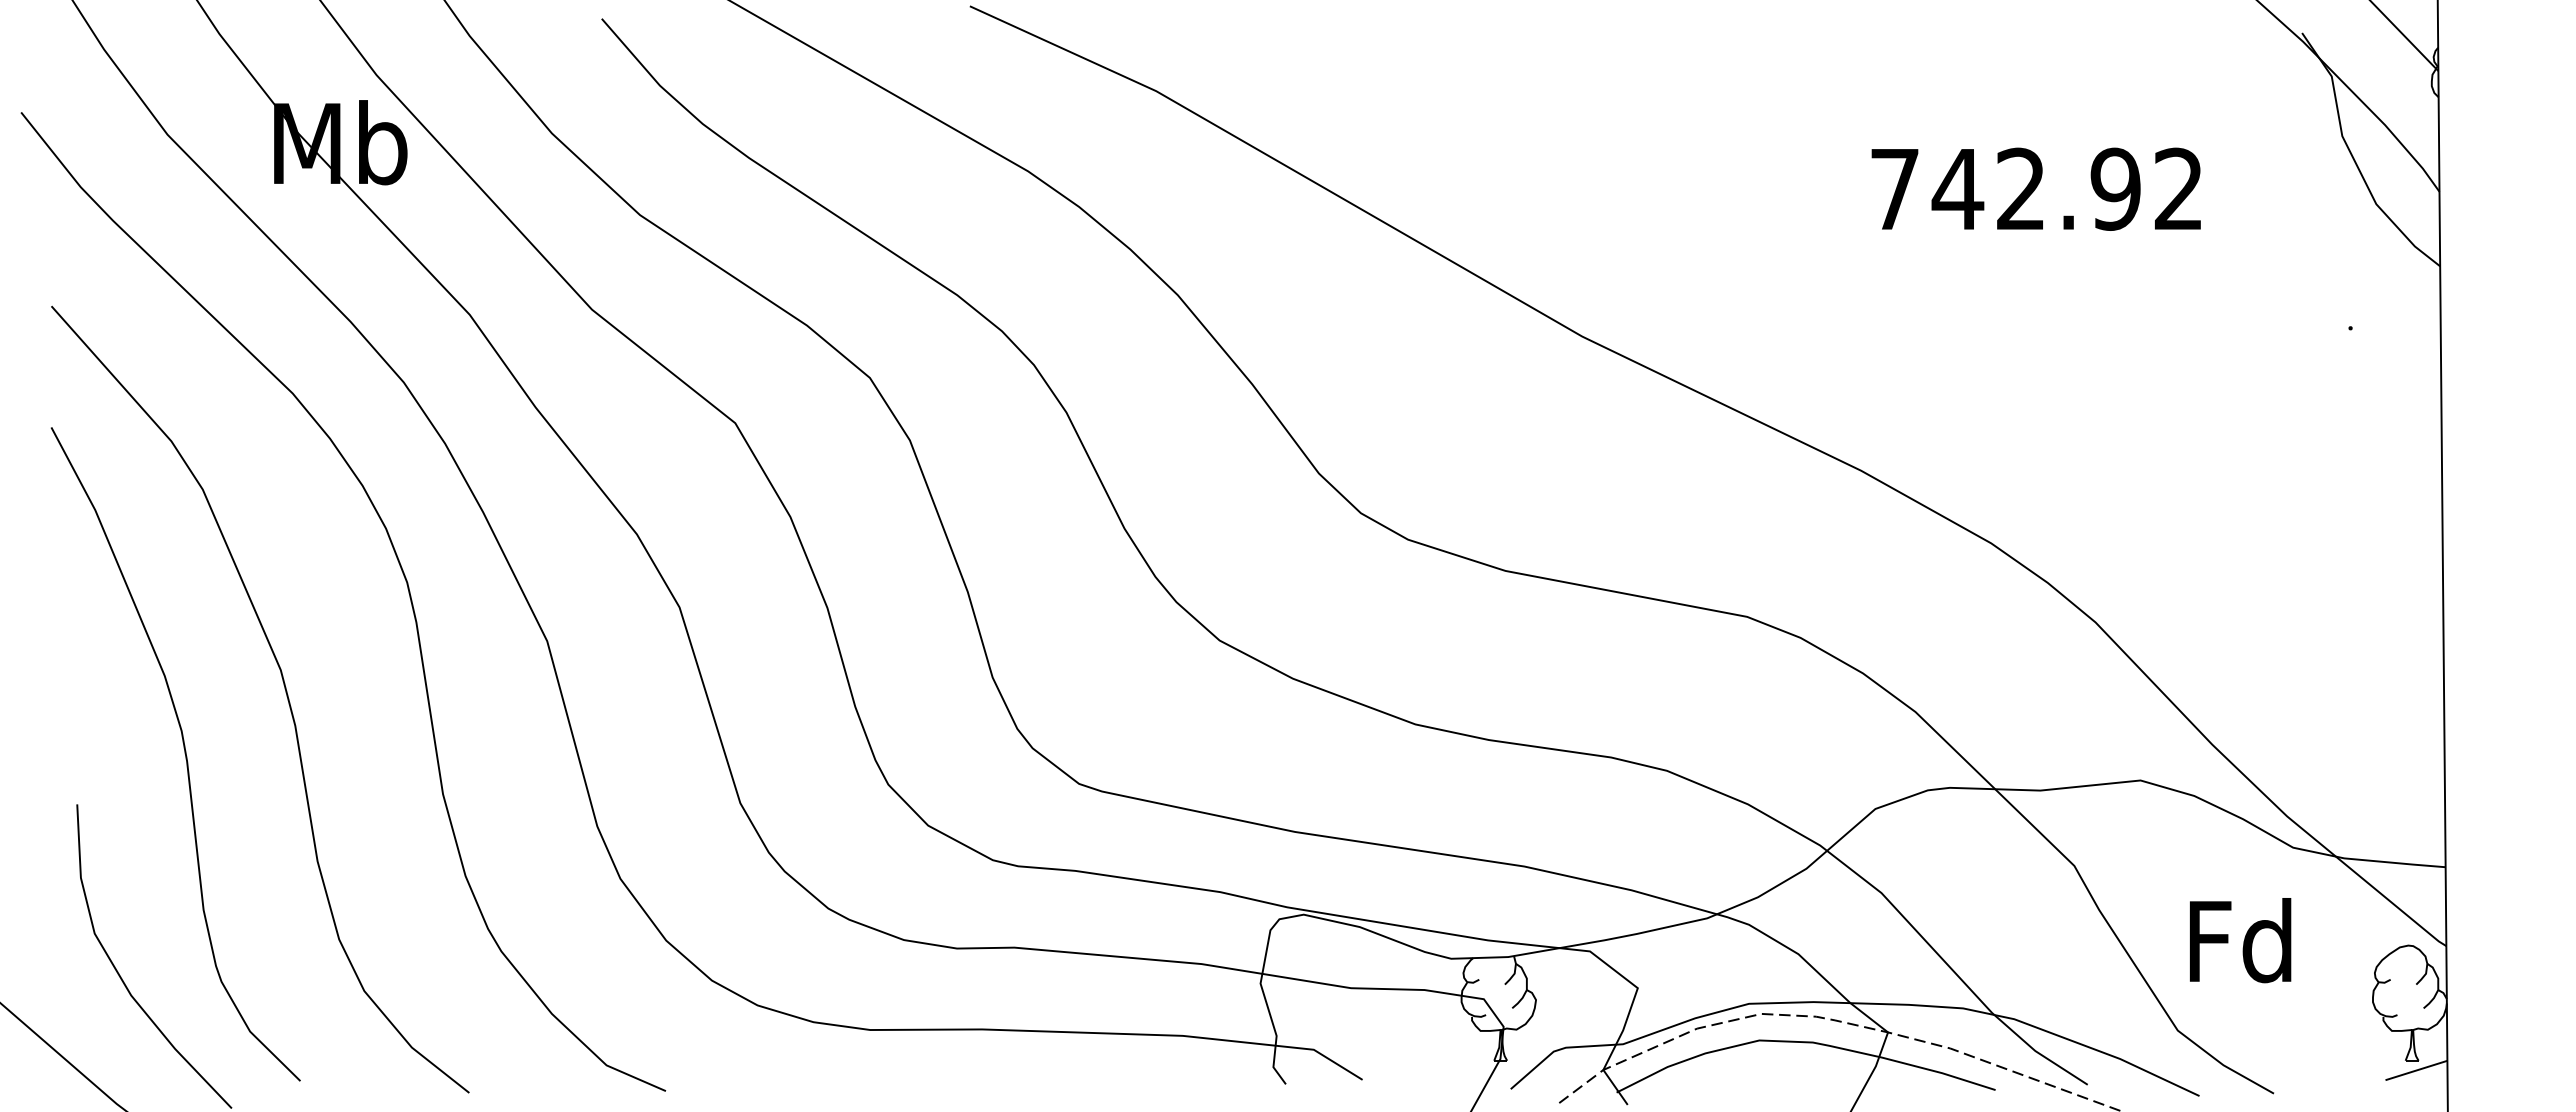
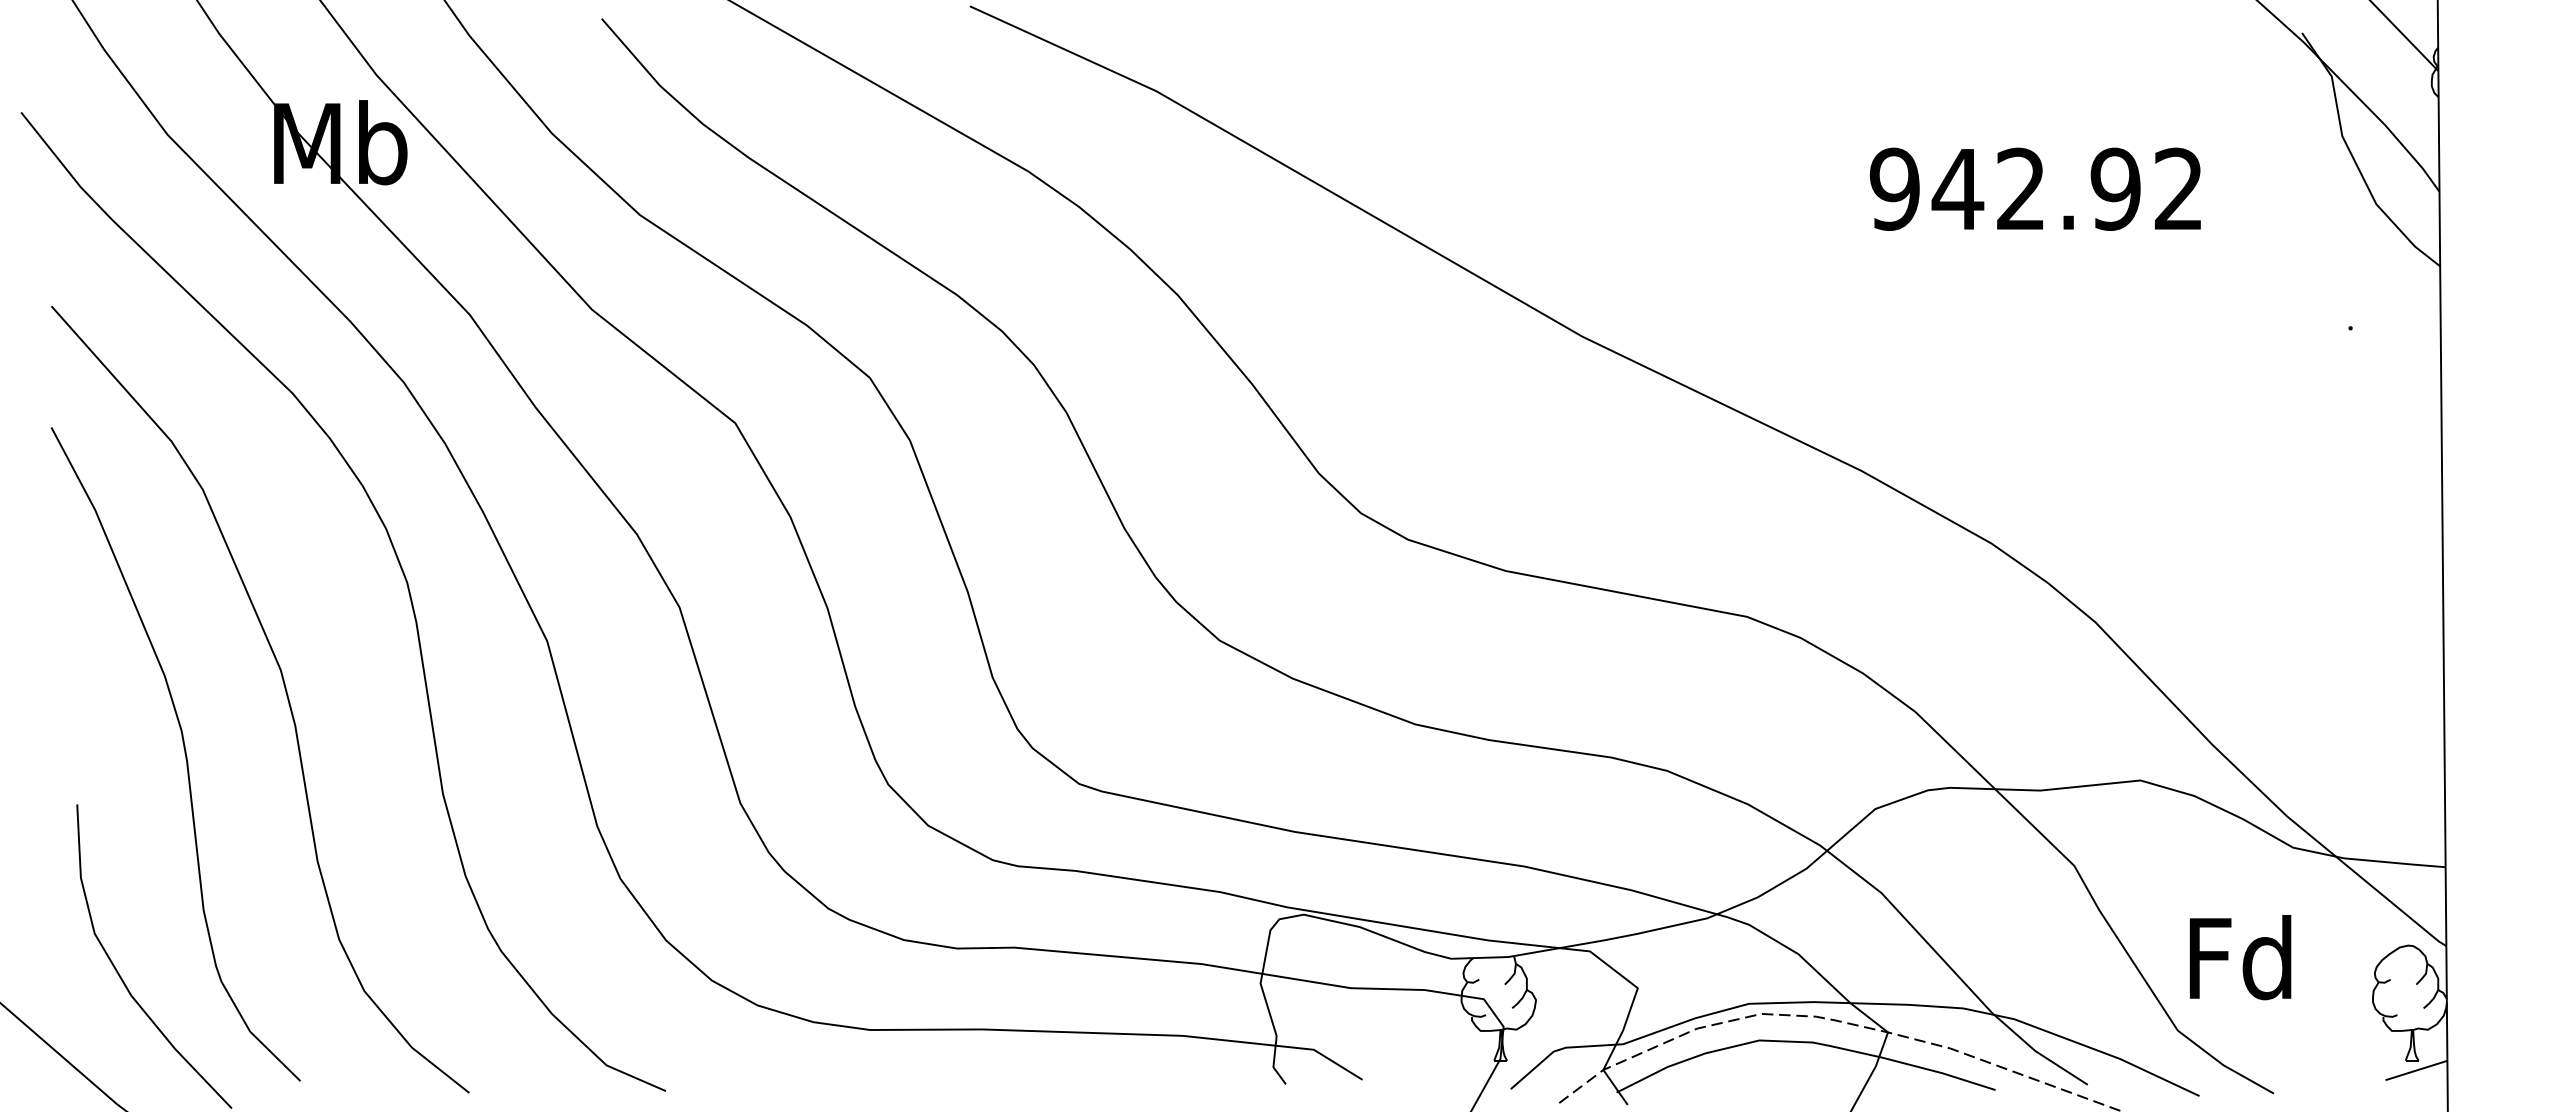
text at (1894, 188): 742.92 -> 942.92
text at (2240, 940) position: (2240, 940) -> (2240, 957)
